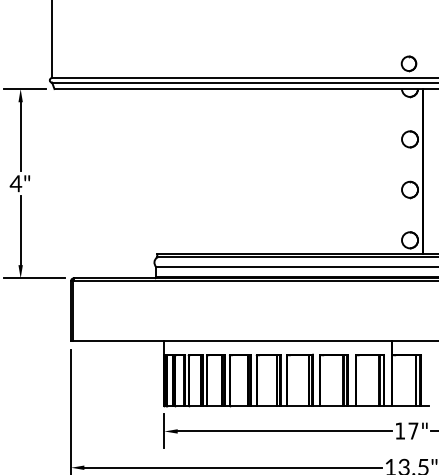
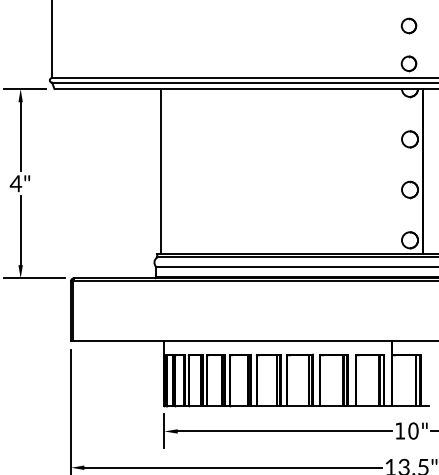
part at (408, 25): none -> present
line at (160, 171): none -> present
text at (413, 430): 17" -> 10"
